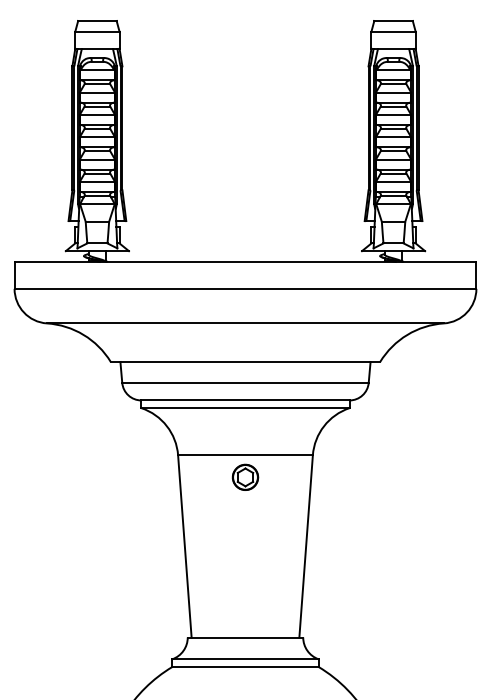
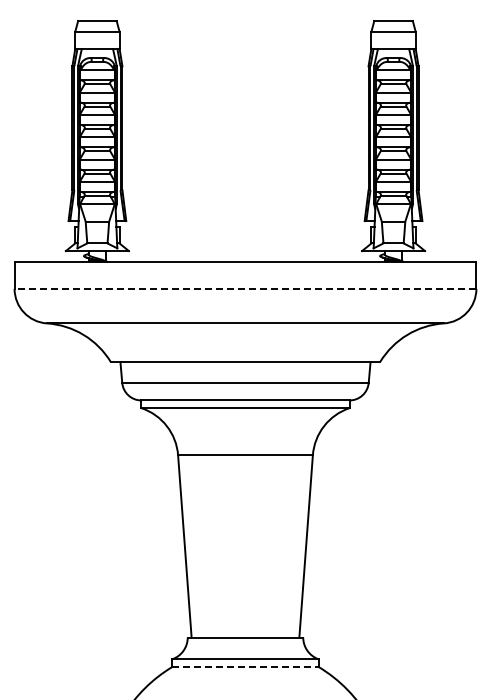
line at (245, 288): solid -> dashed
part at (245, 476): present -> none
line at (245, 666): solid -> dashed
